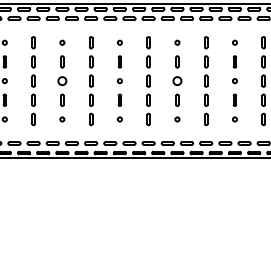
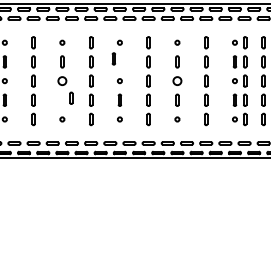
part at (119, 61) position: (119, 61) -> (113, 58)
line at (244, 81): none -> present
part at (62, 99) position: (62, 99) -> (71, 97)
